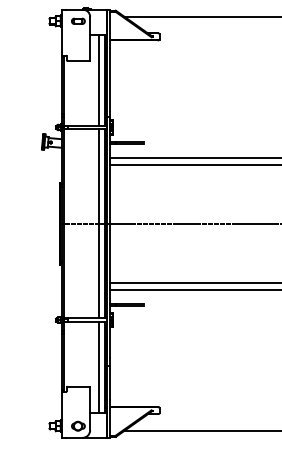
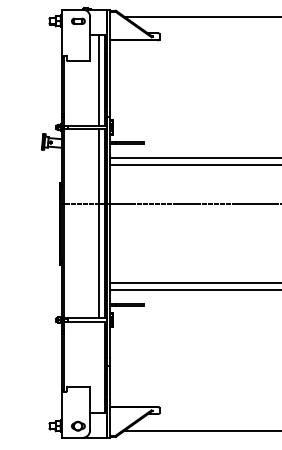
line at (168, 223) position: (168, 223) -> (168, 203)
line at (99, 366): present -> none
